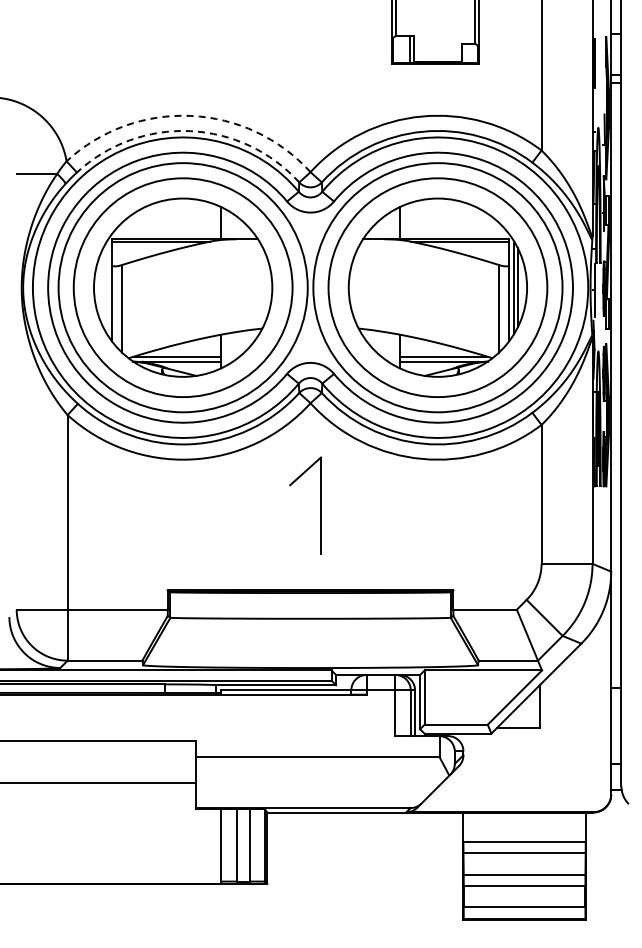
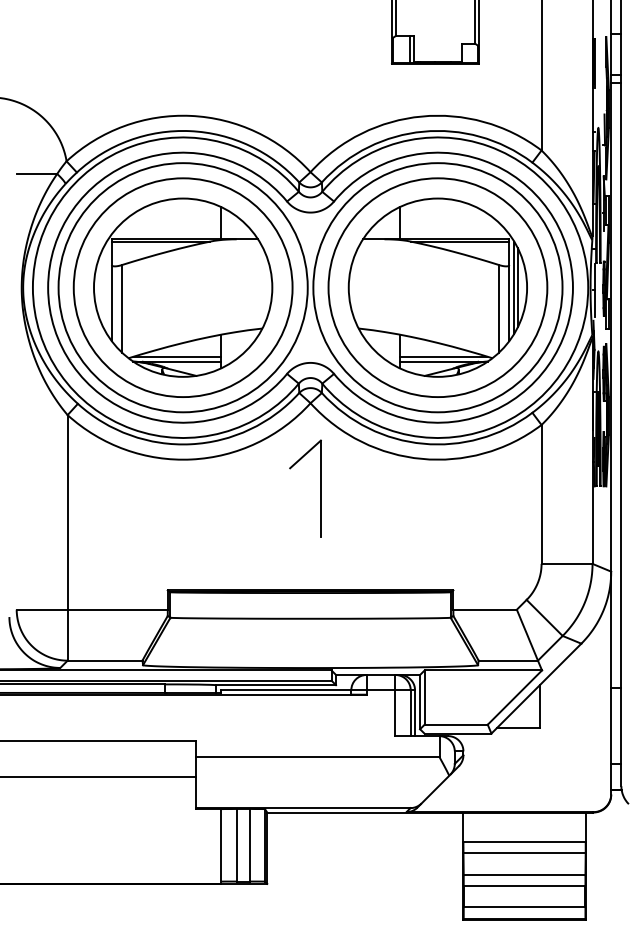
arc at (190, 115): dashed -> solid
arc at (190, 131): dashed -> solid
part at (320, 505) position: (320, 505) -> (320, 488)
line at (98, 782) position: (98, 782) -> (98, 776)
